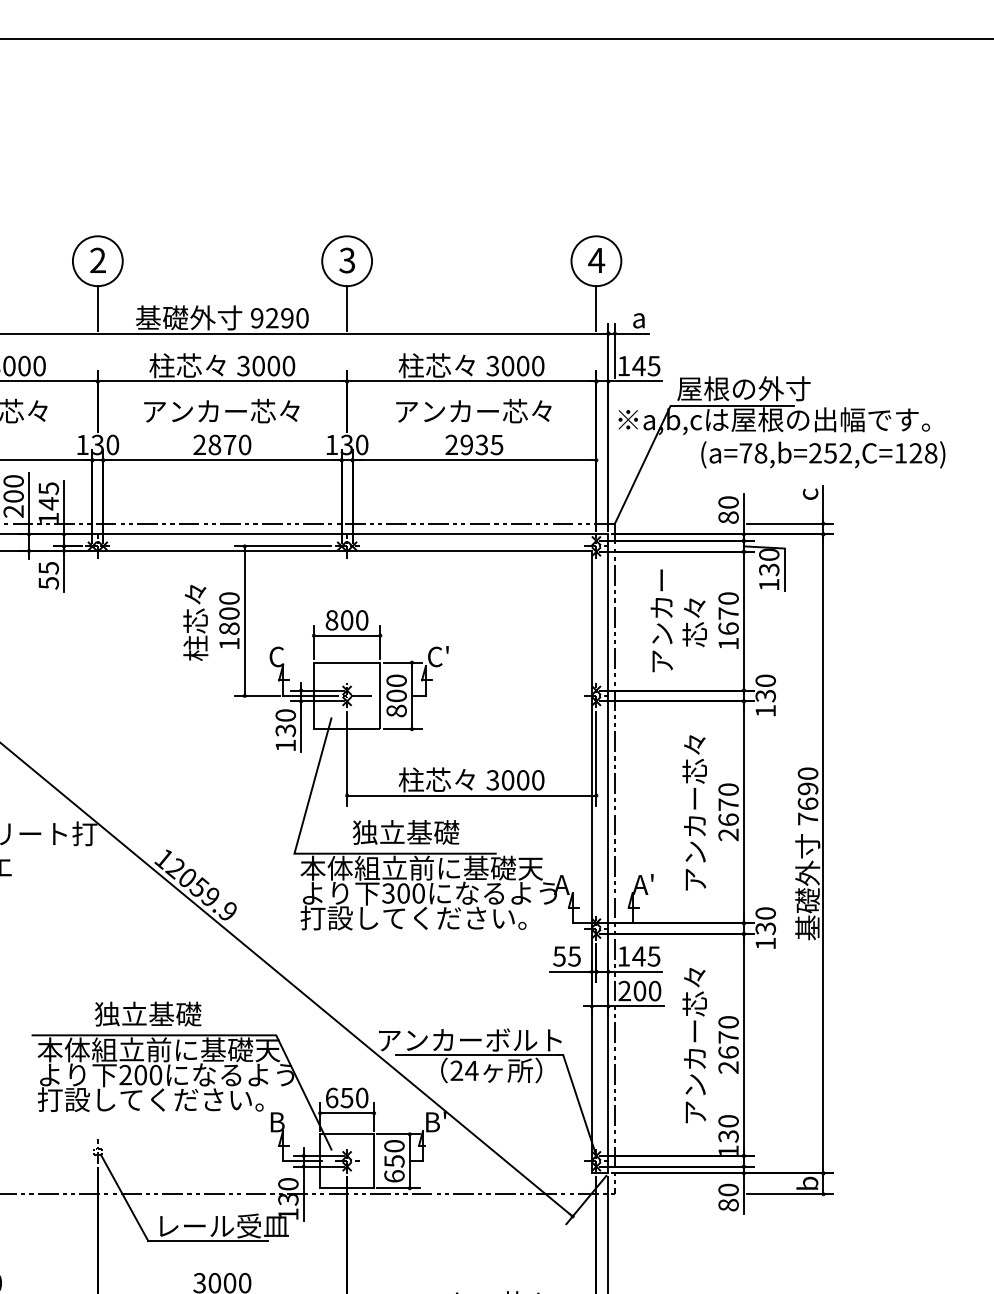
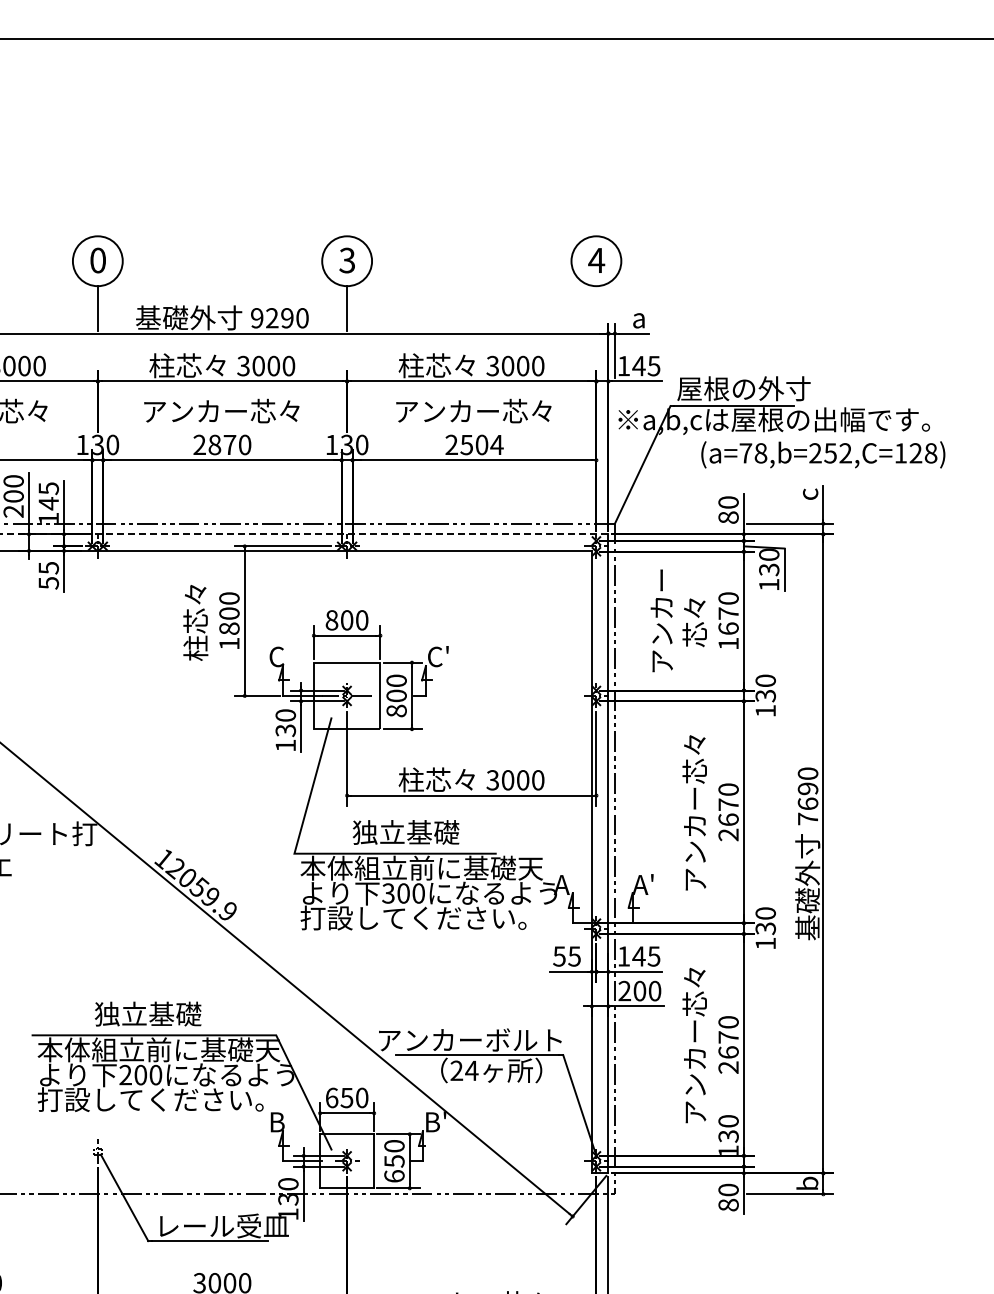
text at (97, 260): 2 -> 0
line at (596, 308): present -> none
text at (481, 444): 2935 -> 2504
line at (304, 534): solid -> dashed
